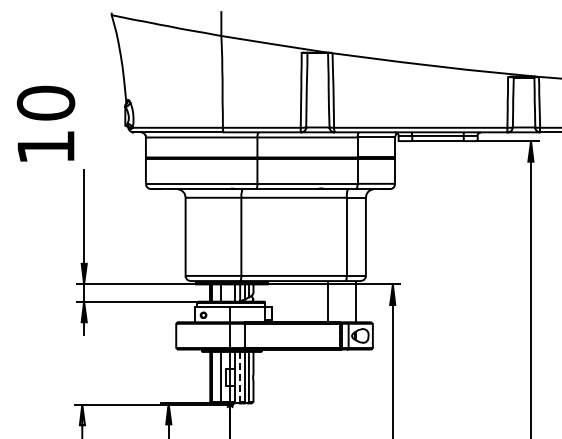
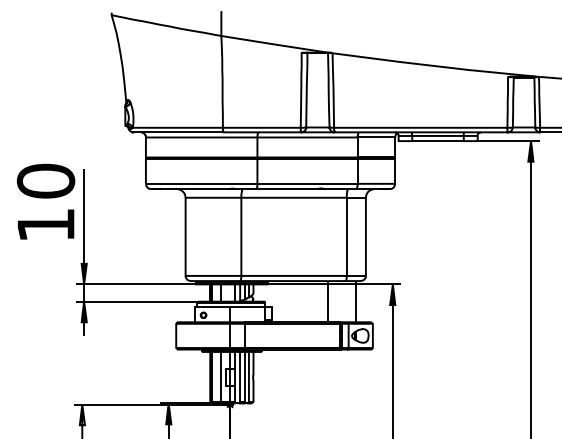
text at (45, 123) position: (45, 123) -> (45, 201)
line at (240, 376): dashed -> solid
